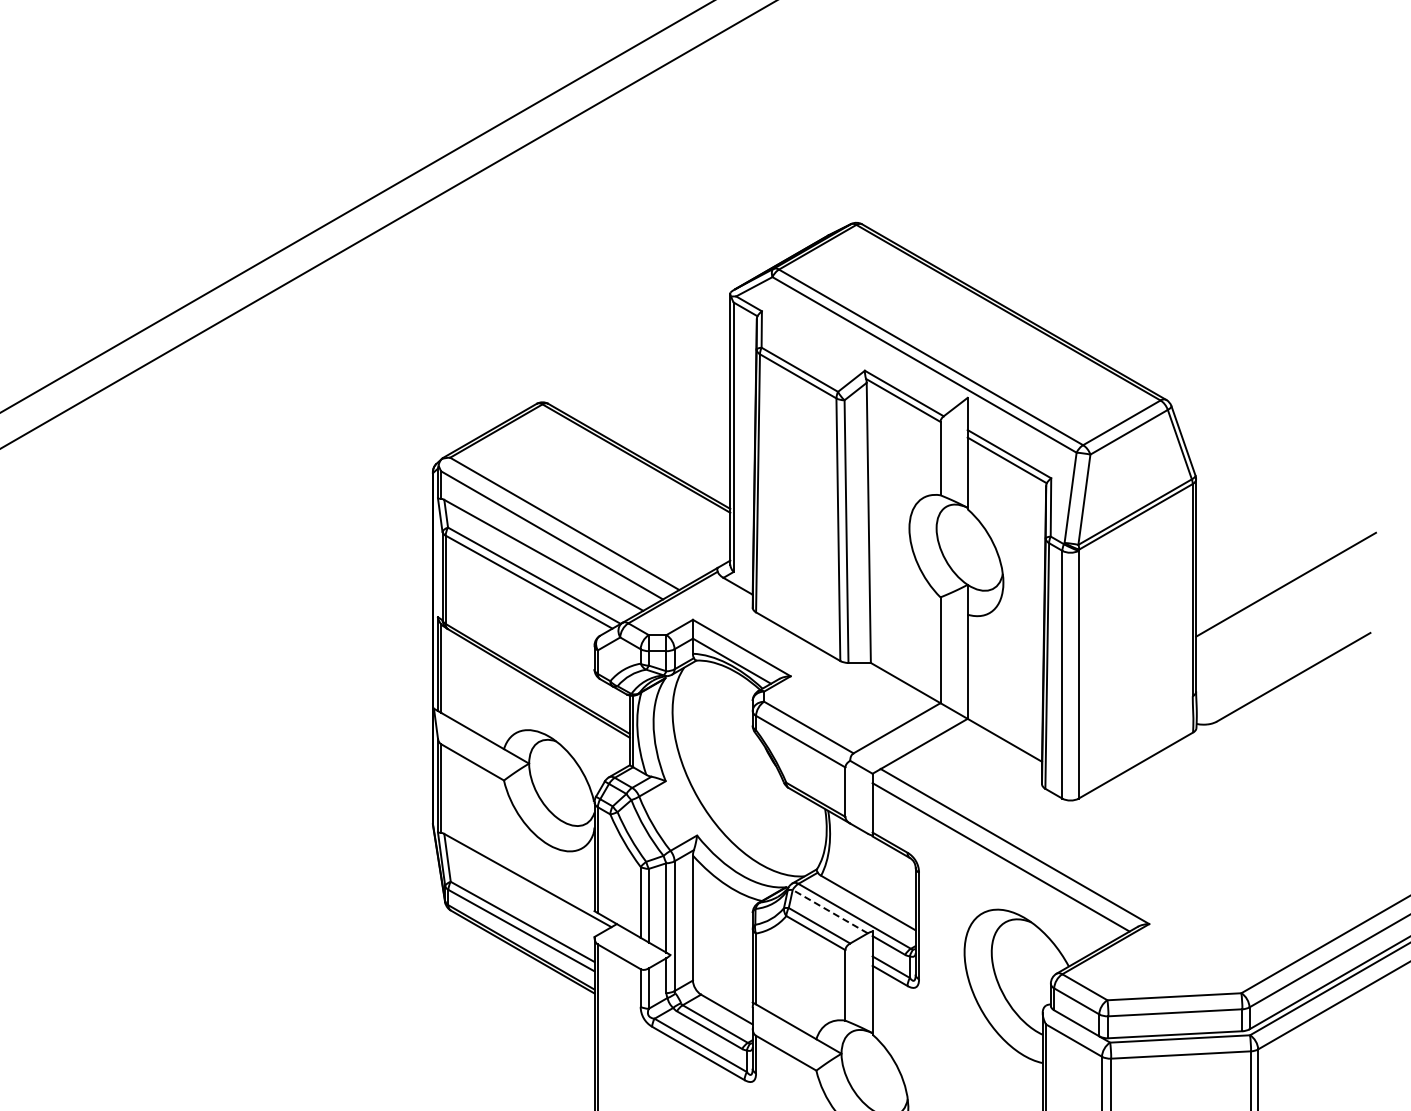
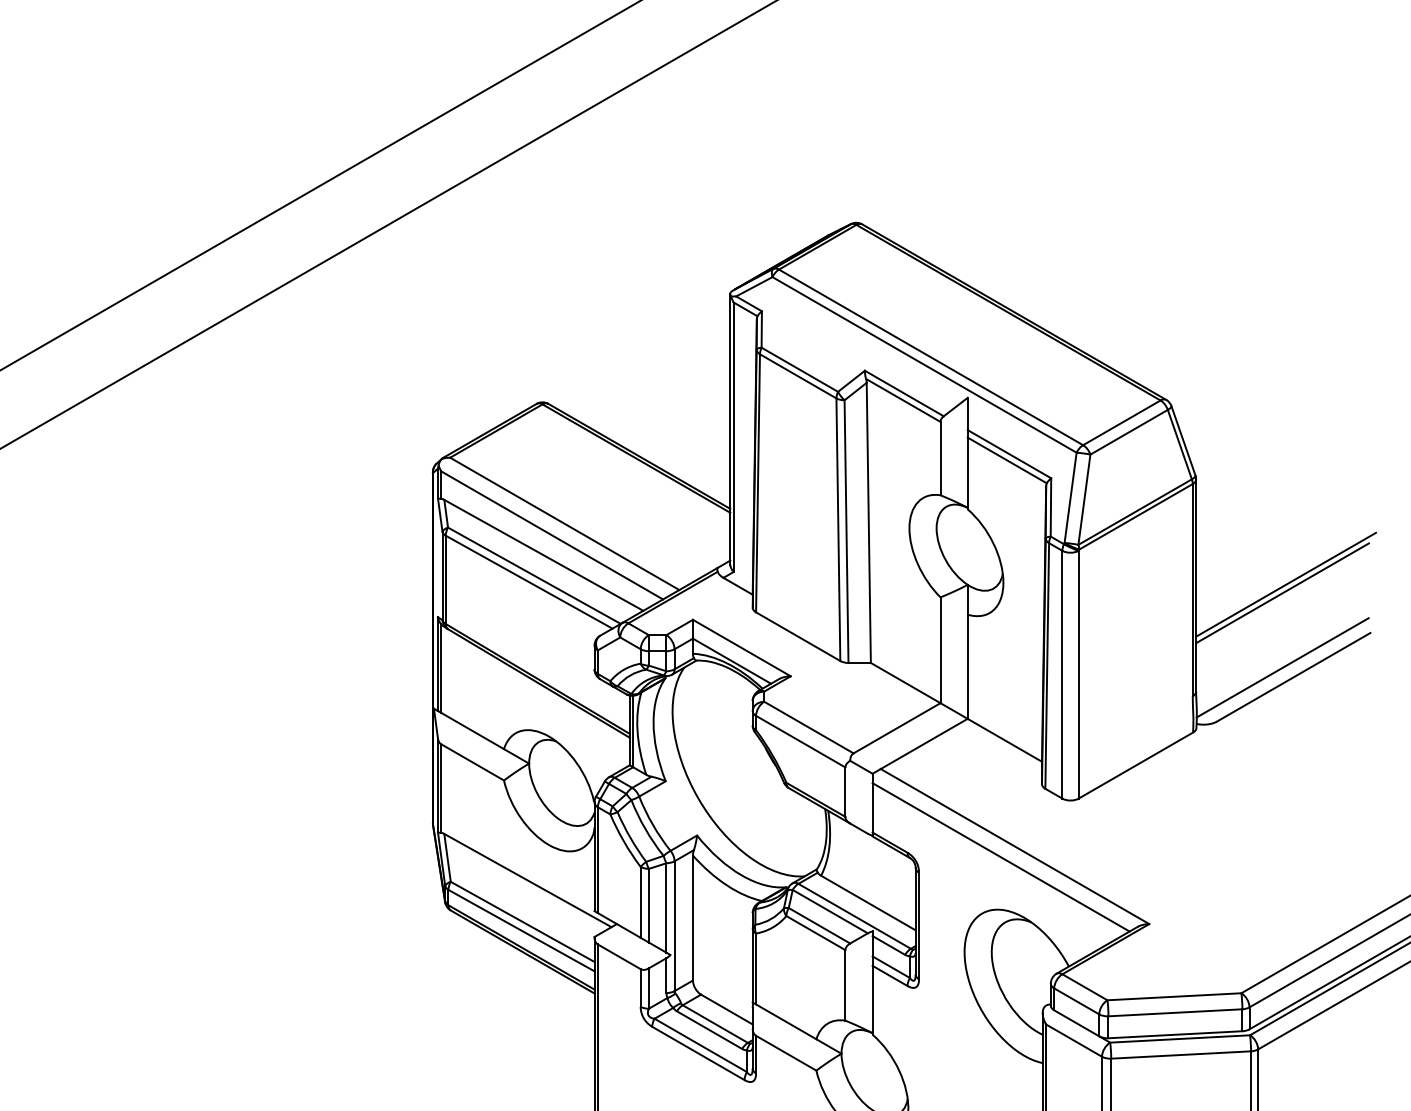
line at (356, 206) position: (356, 206) -> (320, 185)
line at (1282, 593): none -> present
line at (1282, 667): none -> present
line at (829, 911): dashed -> solid
